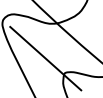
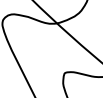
line at (45, 58): present -> none
